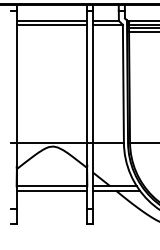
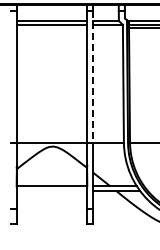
line at (142, 32): present -> none
line at (93, 76): solid -> dashed
line at (51, 190): present -> none
